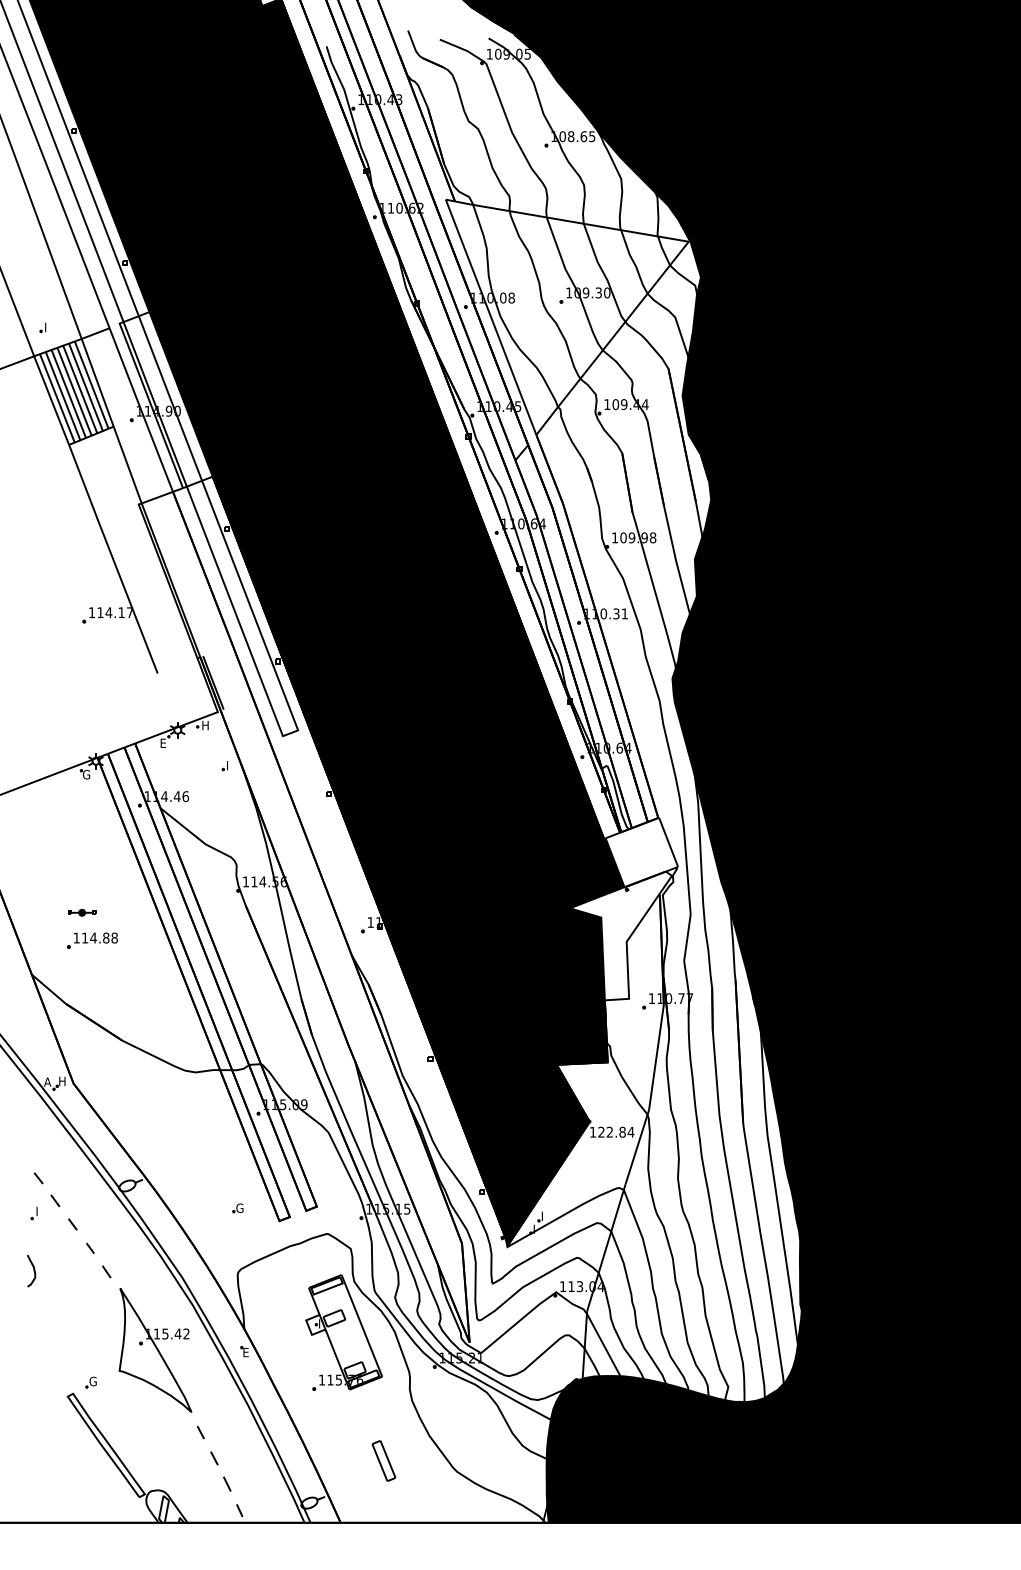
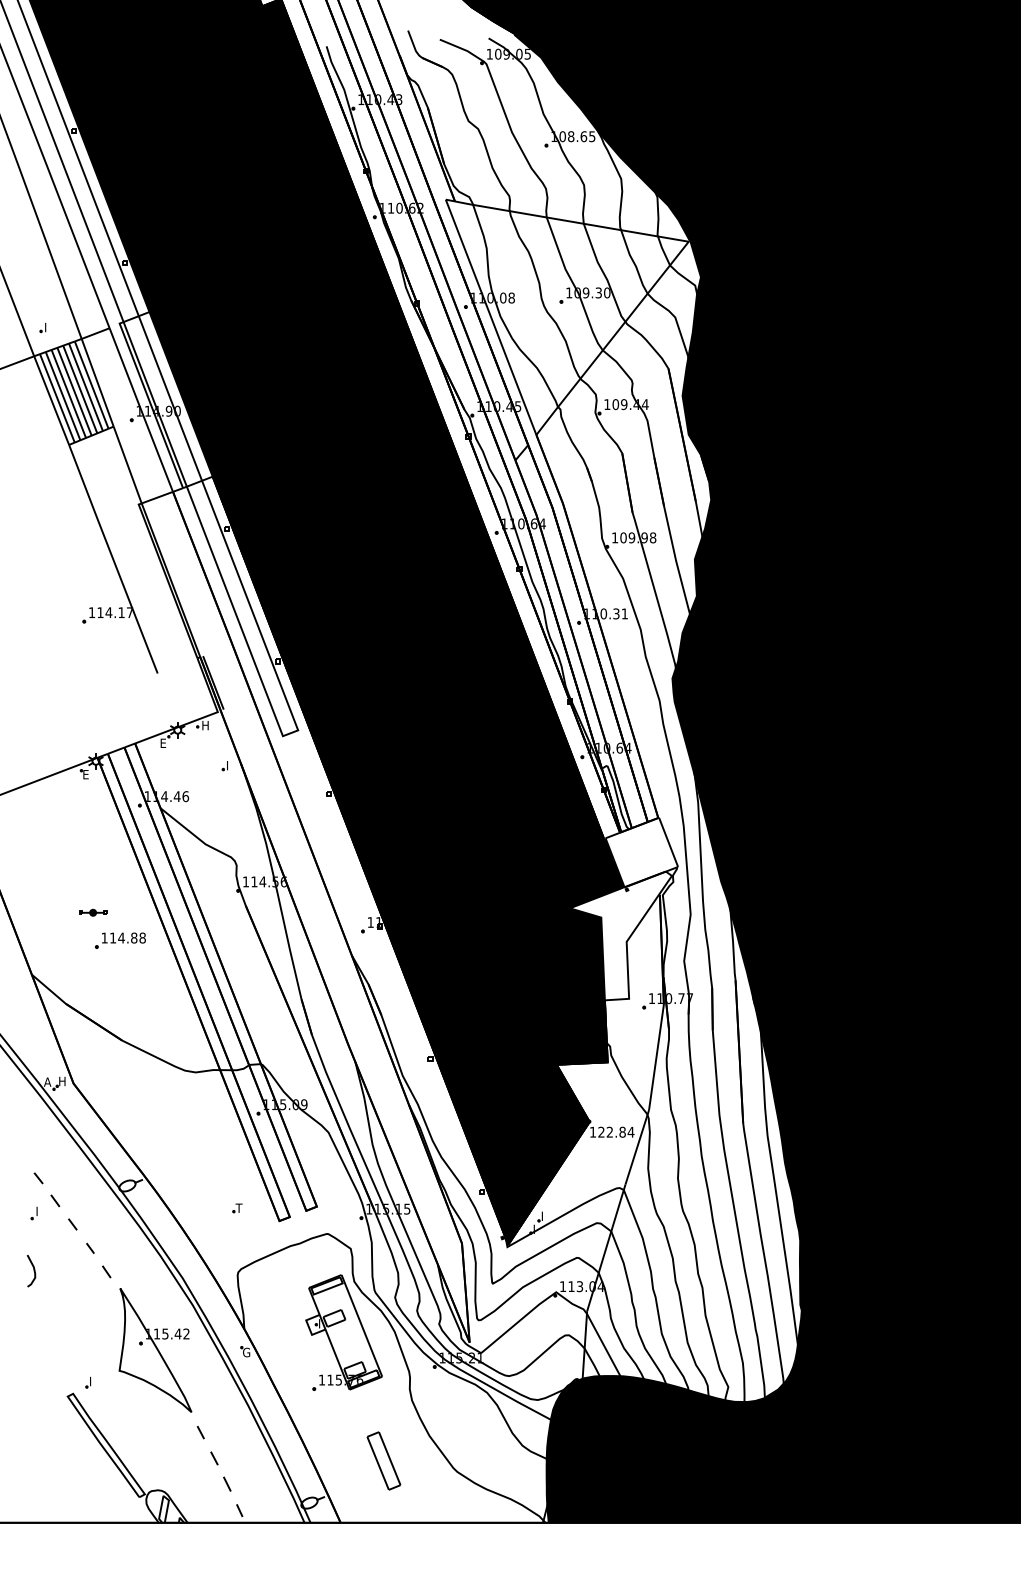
text at (86, 774): G -> E
part at (82, 912) position: (82, 912) -> (93, 912)
part at (92, 940) position: (92, 940) -> (120, 940)
text at (239, 1207): G -> T
text at (246, 1352): E -> G
text at (92, 1381): G -> I
part at (383, 1460) size: 26x42 px -> 36x60 px
